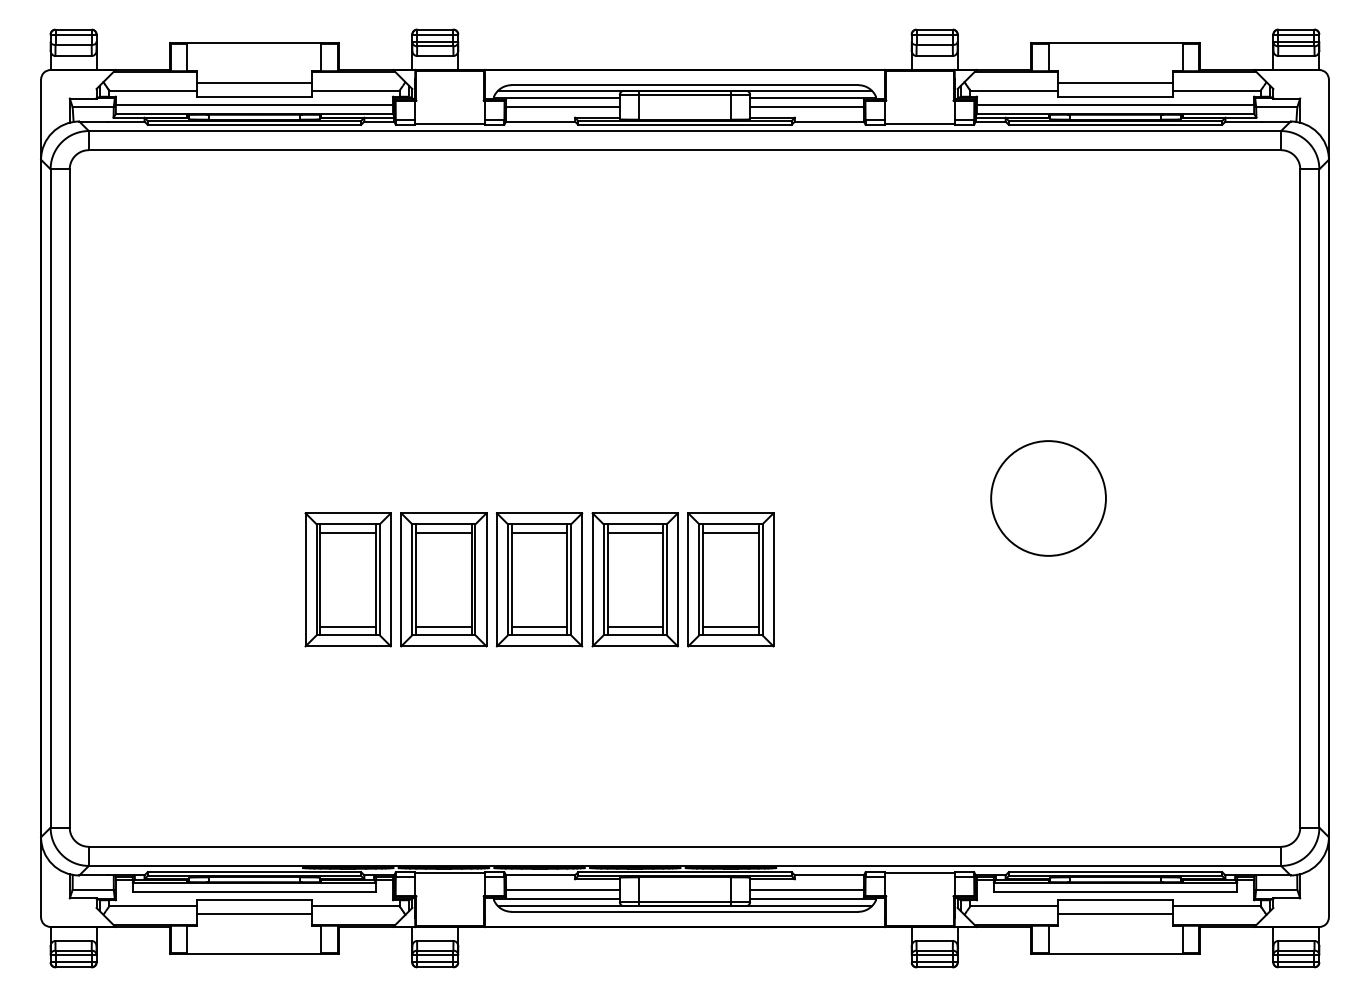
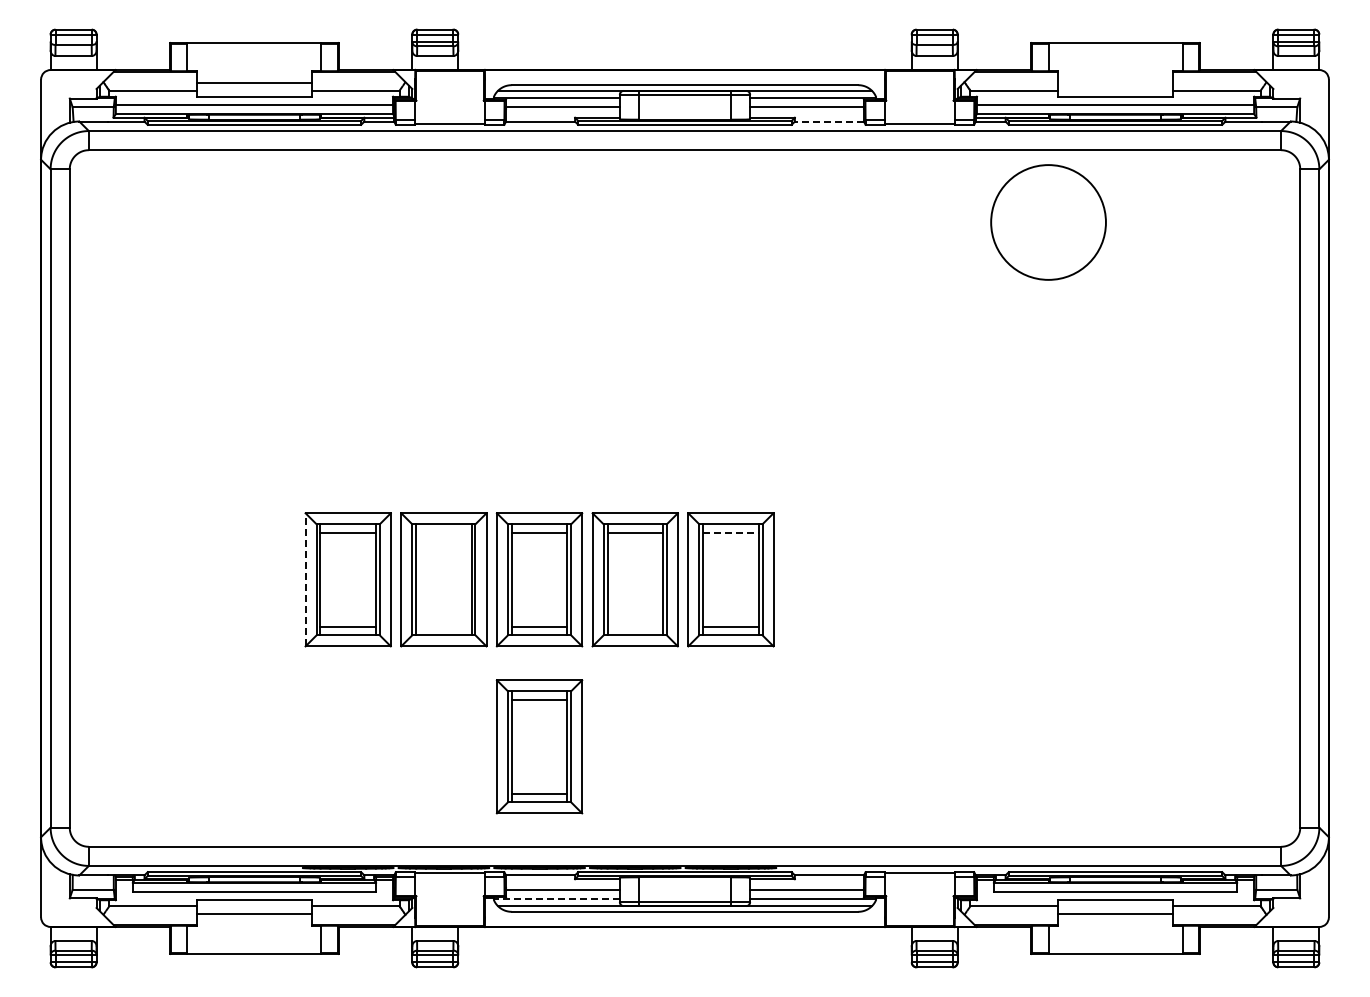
line at (1115, 83): present -> none
line at (829, 121): solid -> dashed
circle at (1048, 498) position: (1048, 498) -> (1048, 222)
line at (443, 532): present -> none
line at (730, 532): solid -> dashed
line at (305, 579): solid -> dashed
line at (443, 626): present -> none
line at (634, 626): present -> none
part at (539, 746): none -> present
line at (556, 899): solid -> dashed
